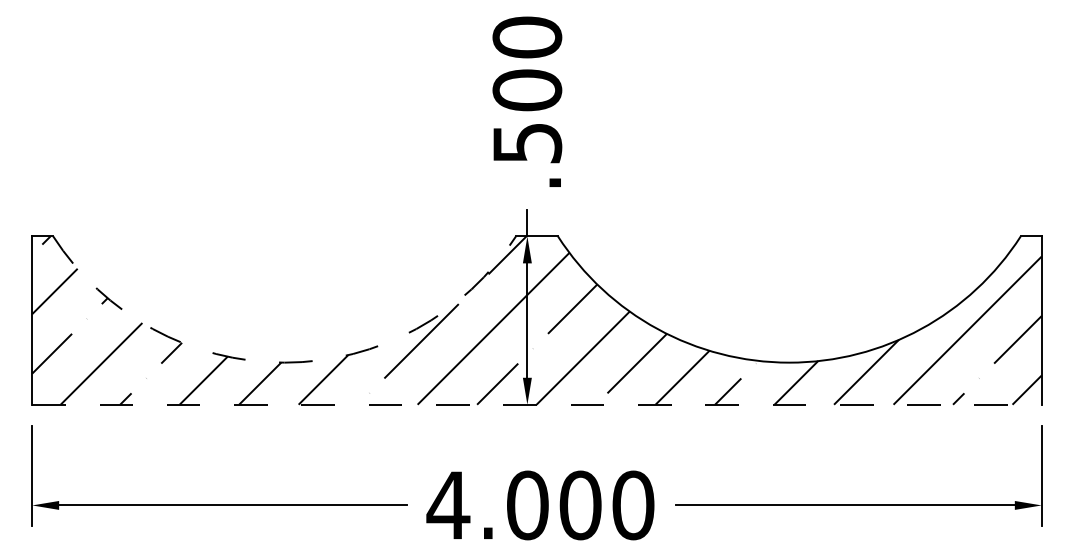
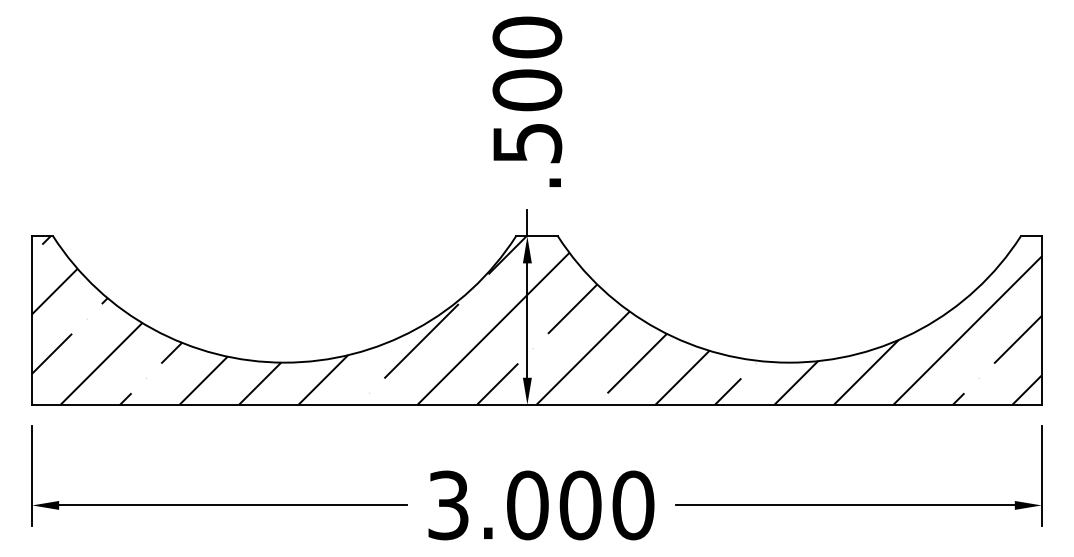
arc at (284, 362): dashed -> solid
line at (536, 404): dashed -> solid
text at (448, 505): 4.000 -> 3.000
